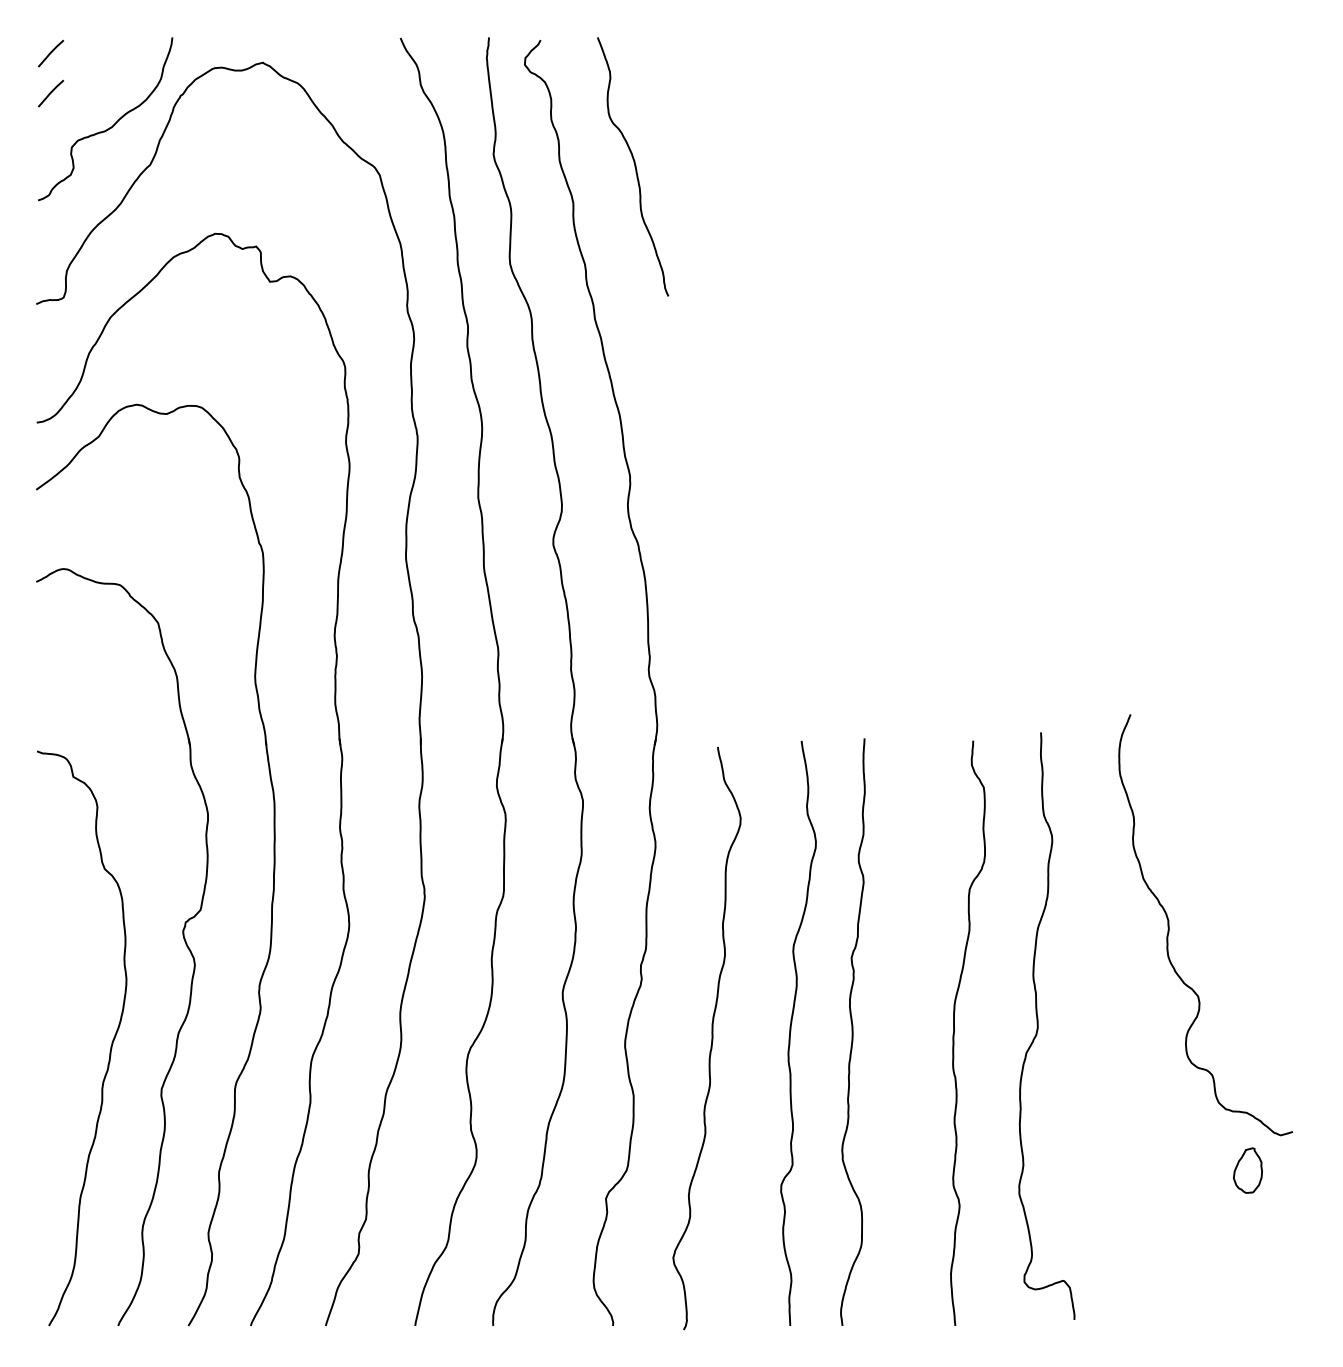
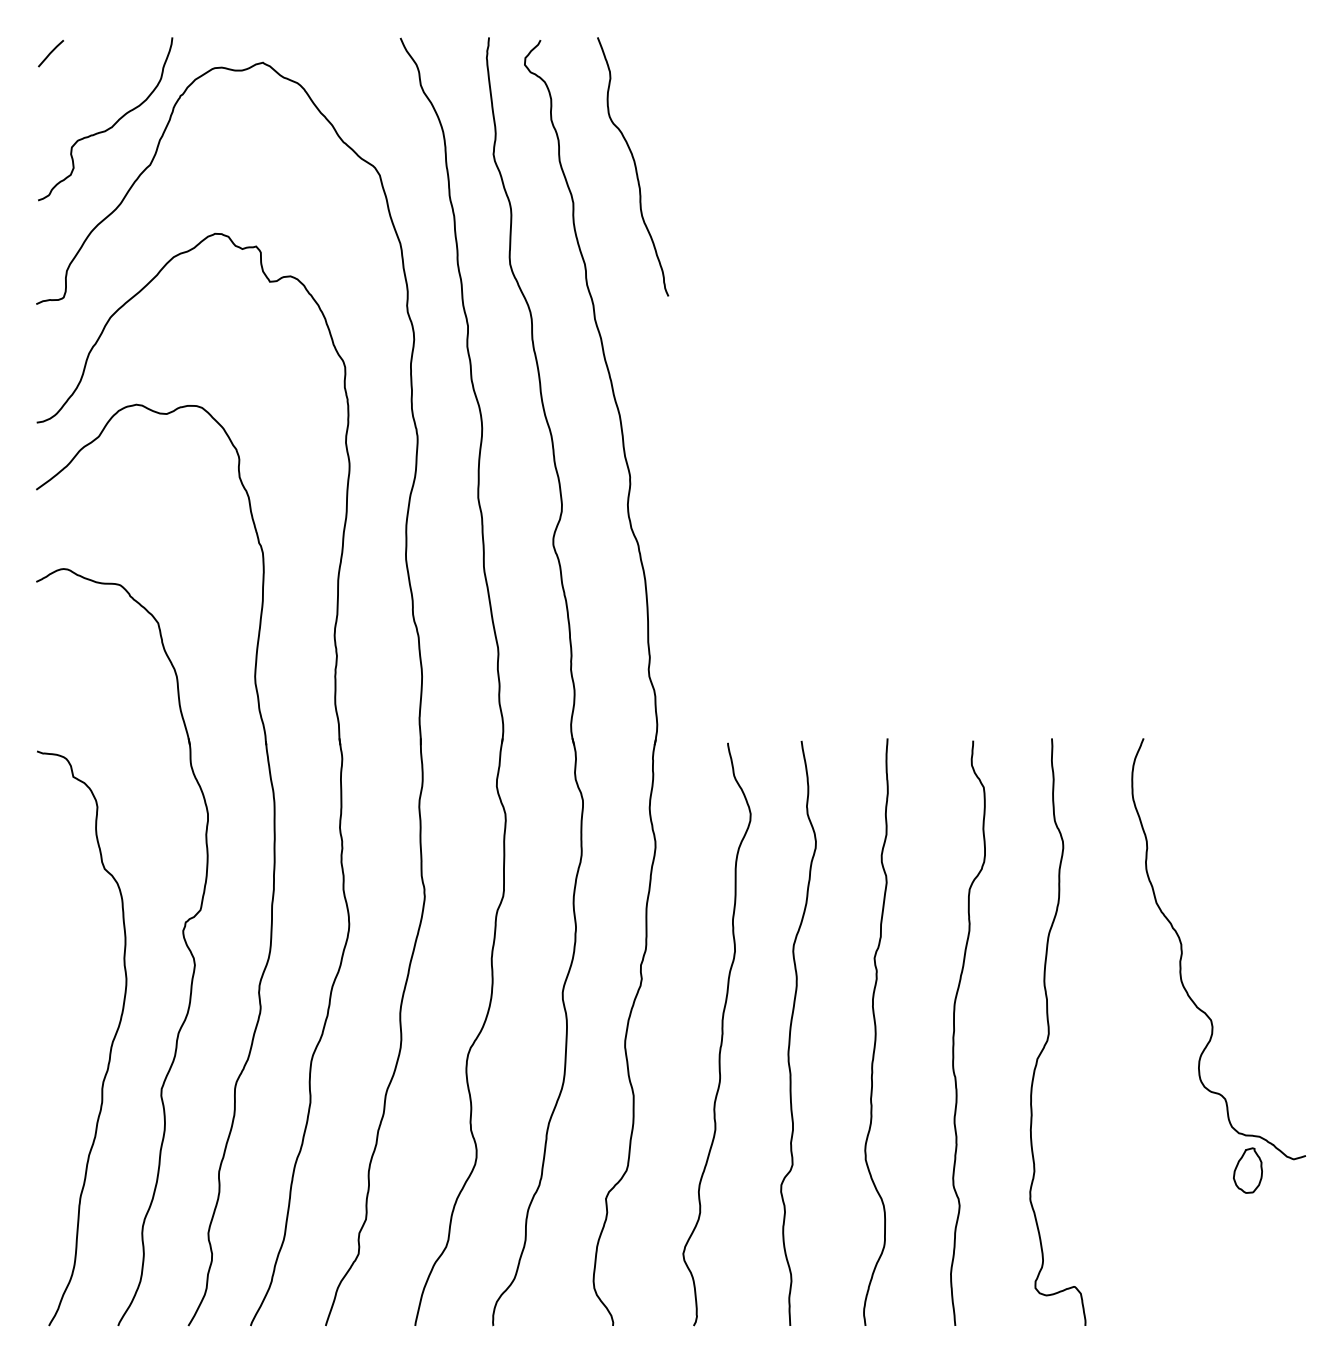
line at (50, 93): present -> none
curve at (1169, 925) position: (1169, 925) -> (1182, 949)
curve at (1038, 1025) position: (1038, 1025) -> (1049, 1031)
curve at (852, 1031) position: (852, 1031) -> (875, 1031)
curve at (711, 1038) position: (711, 1038) -> (721, 1034)
